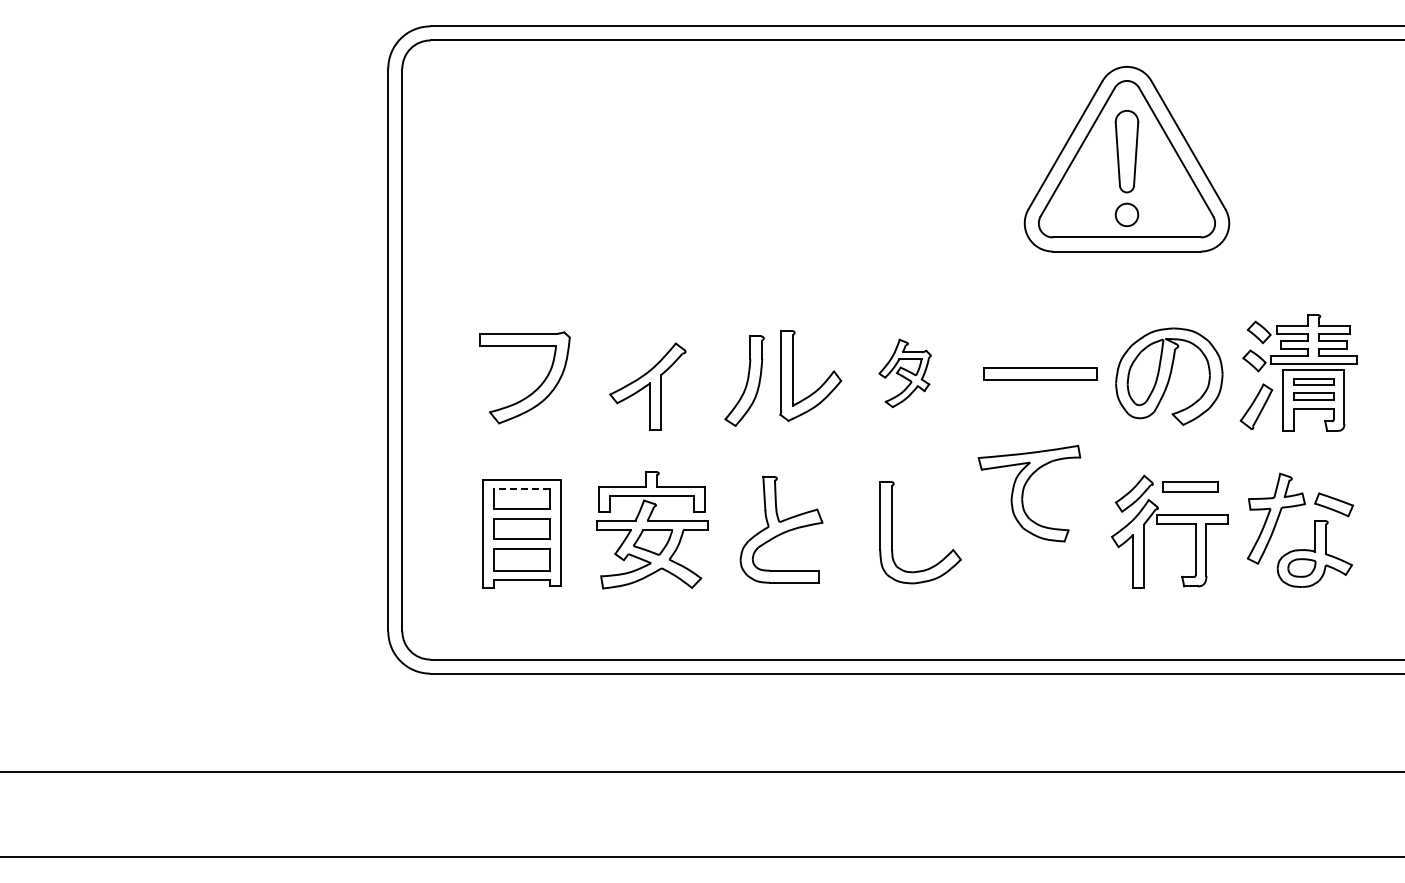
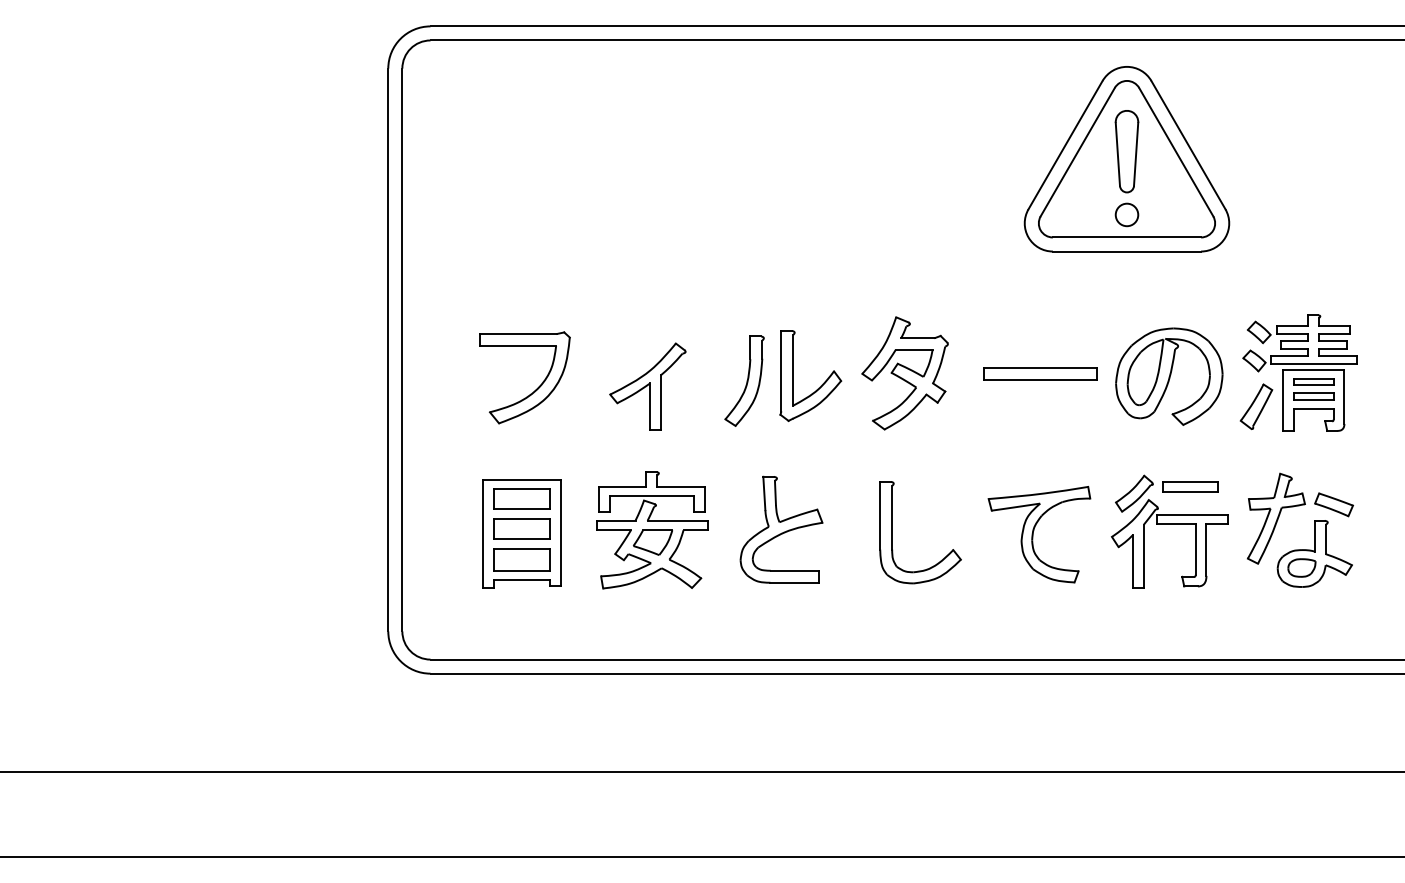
part at (904, 373) size: 54x71 px -> 88x115 px
line at (521, 489): dashed -> solid
part at (1029, 493) position: (1029, 493) -> (1039, 534)
